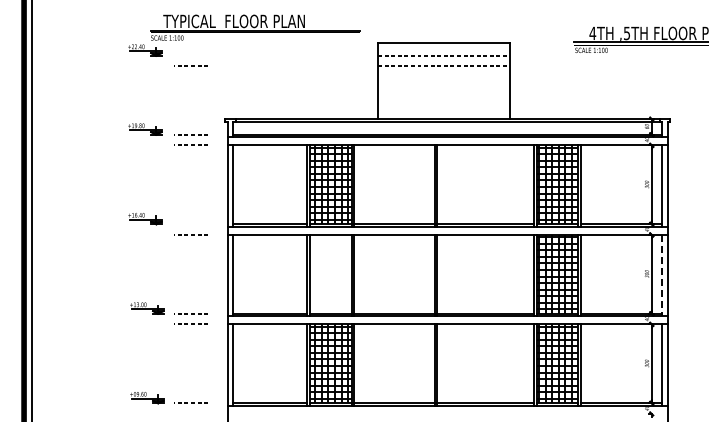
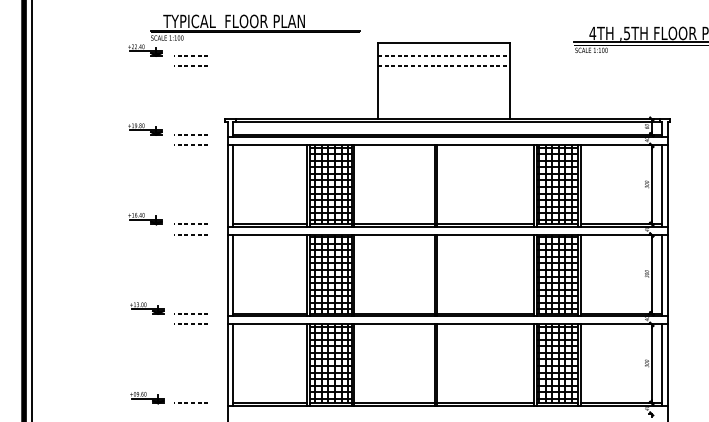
line at (191, 55): none -> present
line at (191, 224): none -> present
hatch at (330, 273): none -> present
line at (662, 275): dashed -> solid
